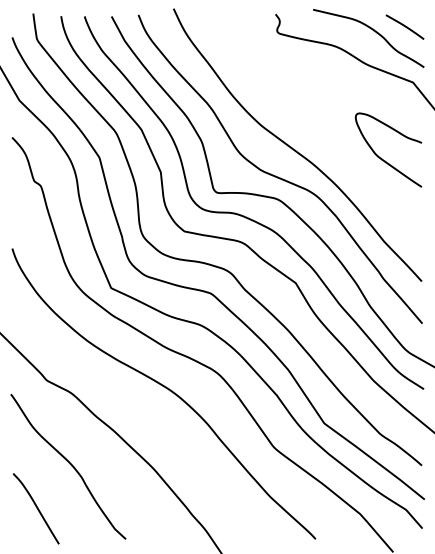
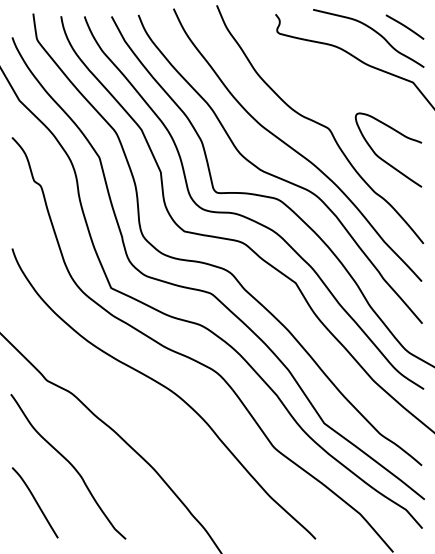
curve at (320, 124): none -> present
curve at (36, 508) position: (36, 508) -> (35, 502)
